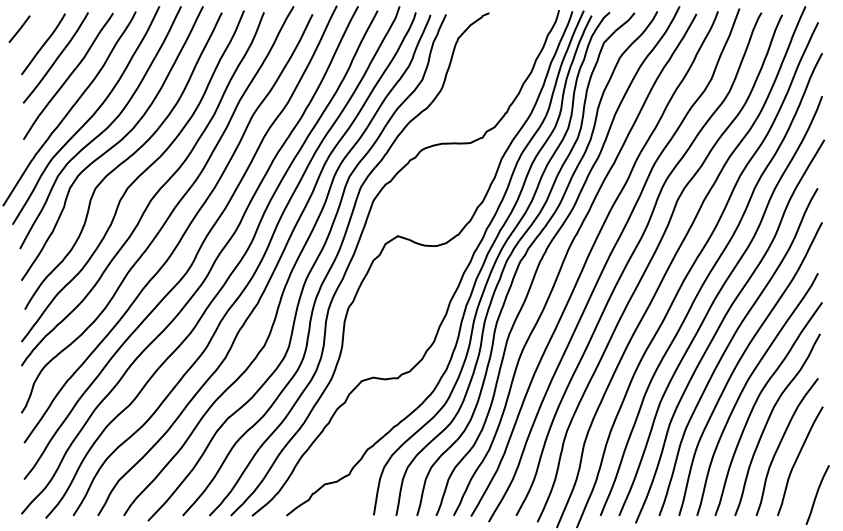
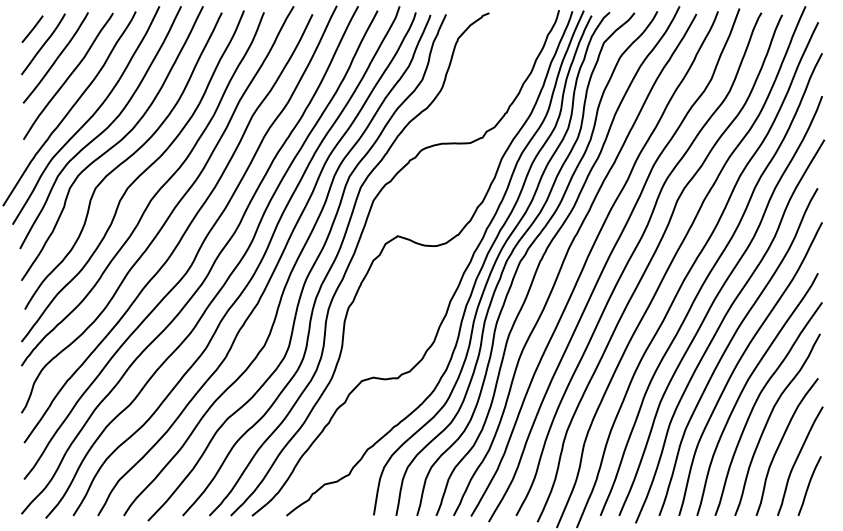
line at (19, 28) position: (19, 28) -> (32, 28)
curve at (817, 494) position: (817, 494) -> (809, 485)
